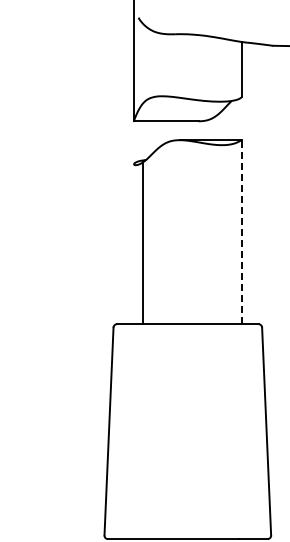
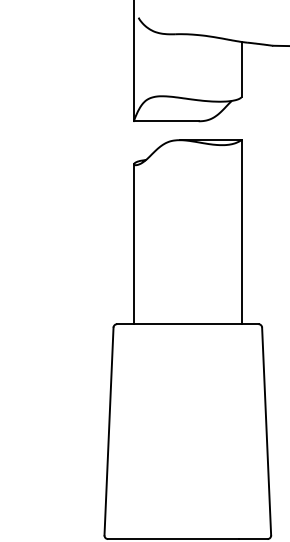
line at (241, 232): dashed -> solid
line at (143, 244) position: (143, 244) -> (134, 244)
